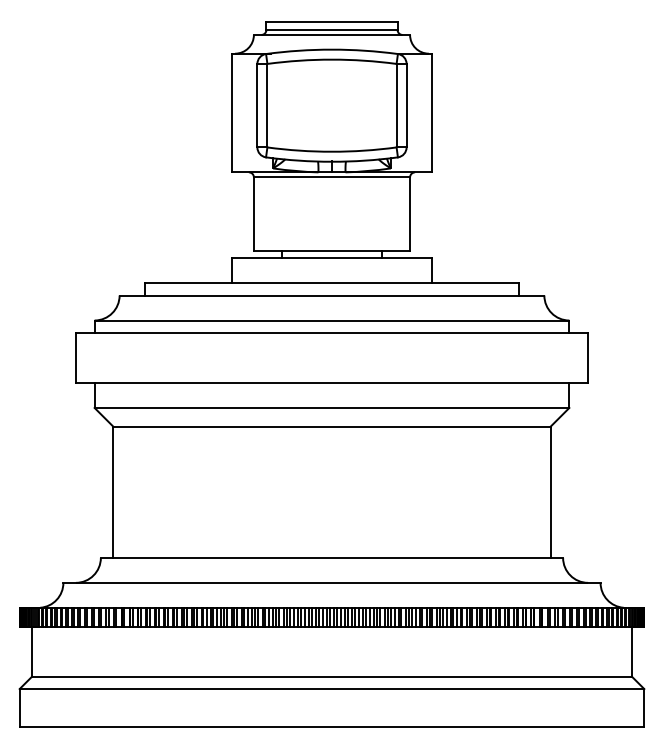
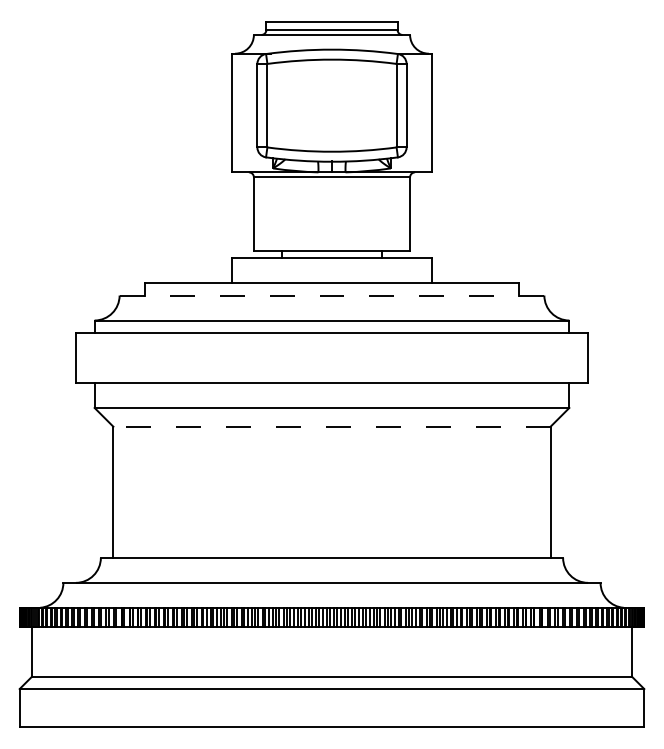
line at (331, 295): solid -> dashed
line at (332, 426): solid -> dashed
